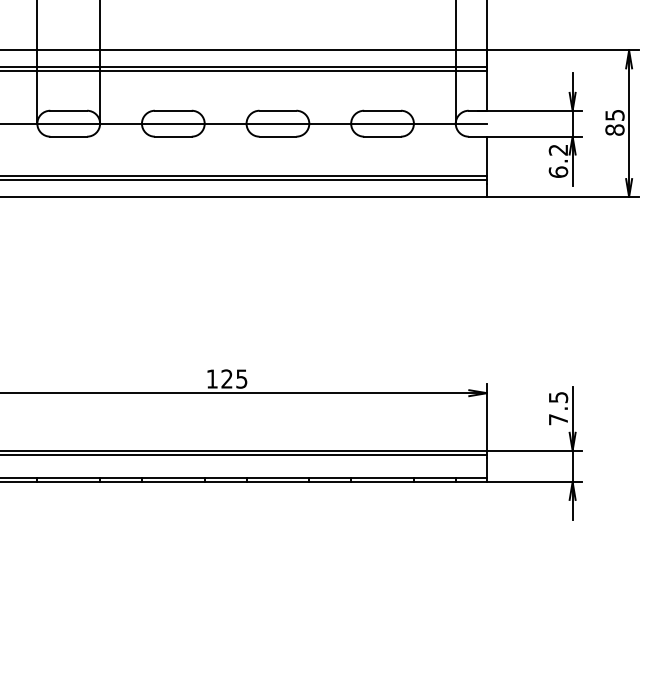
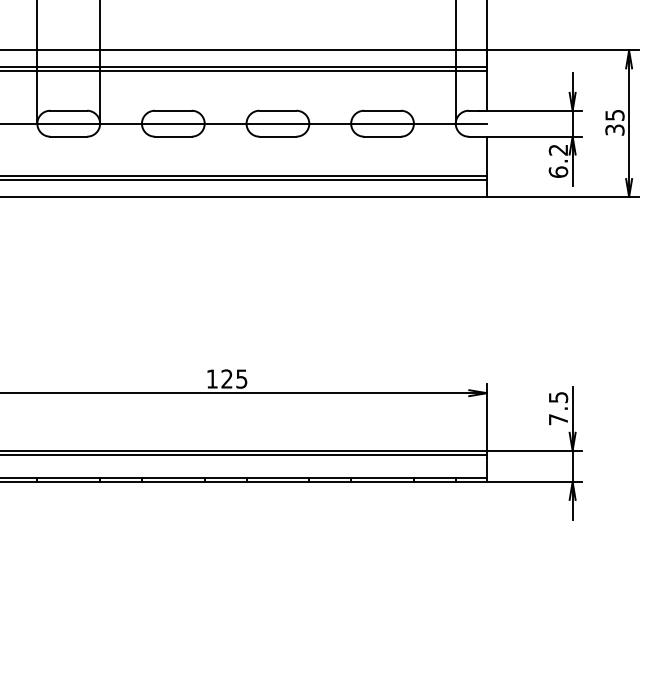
text at (614, 129): 85 -> 35
